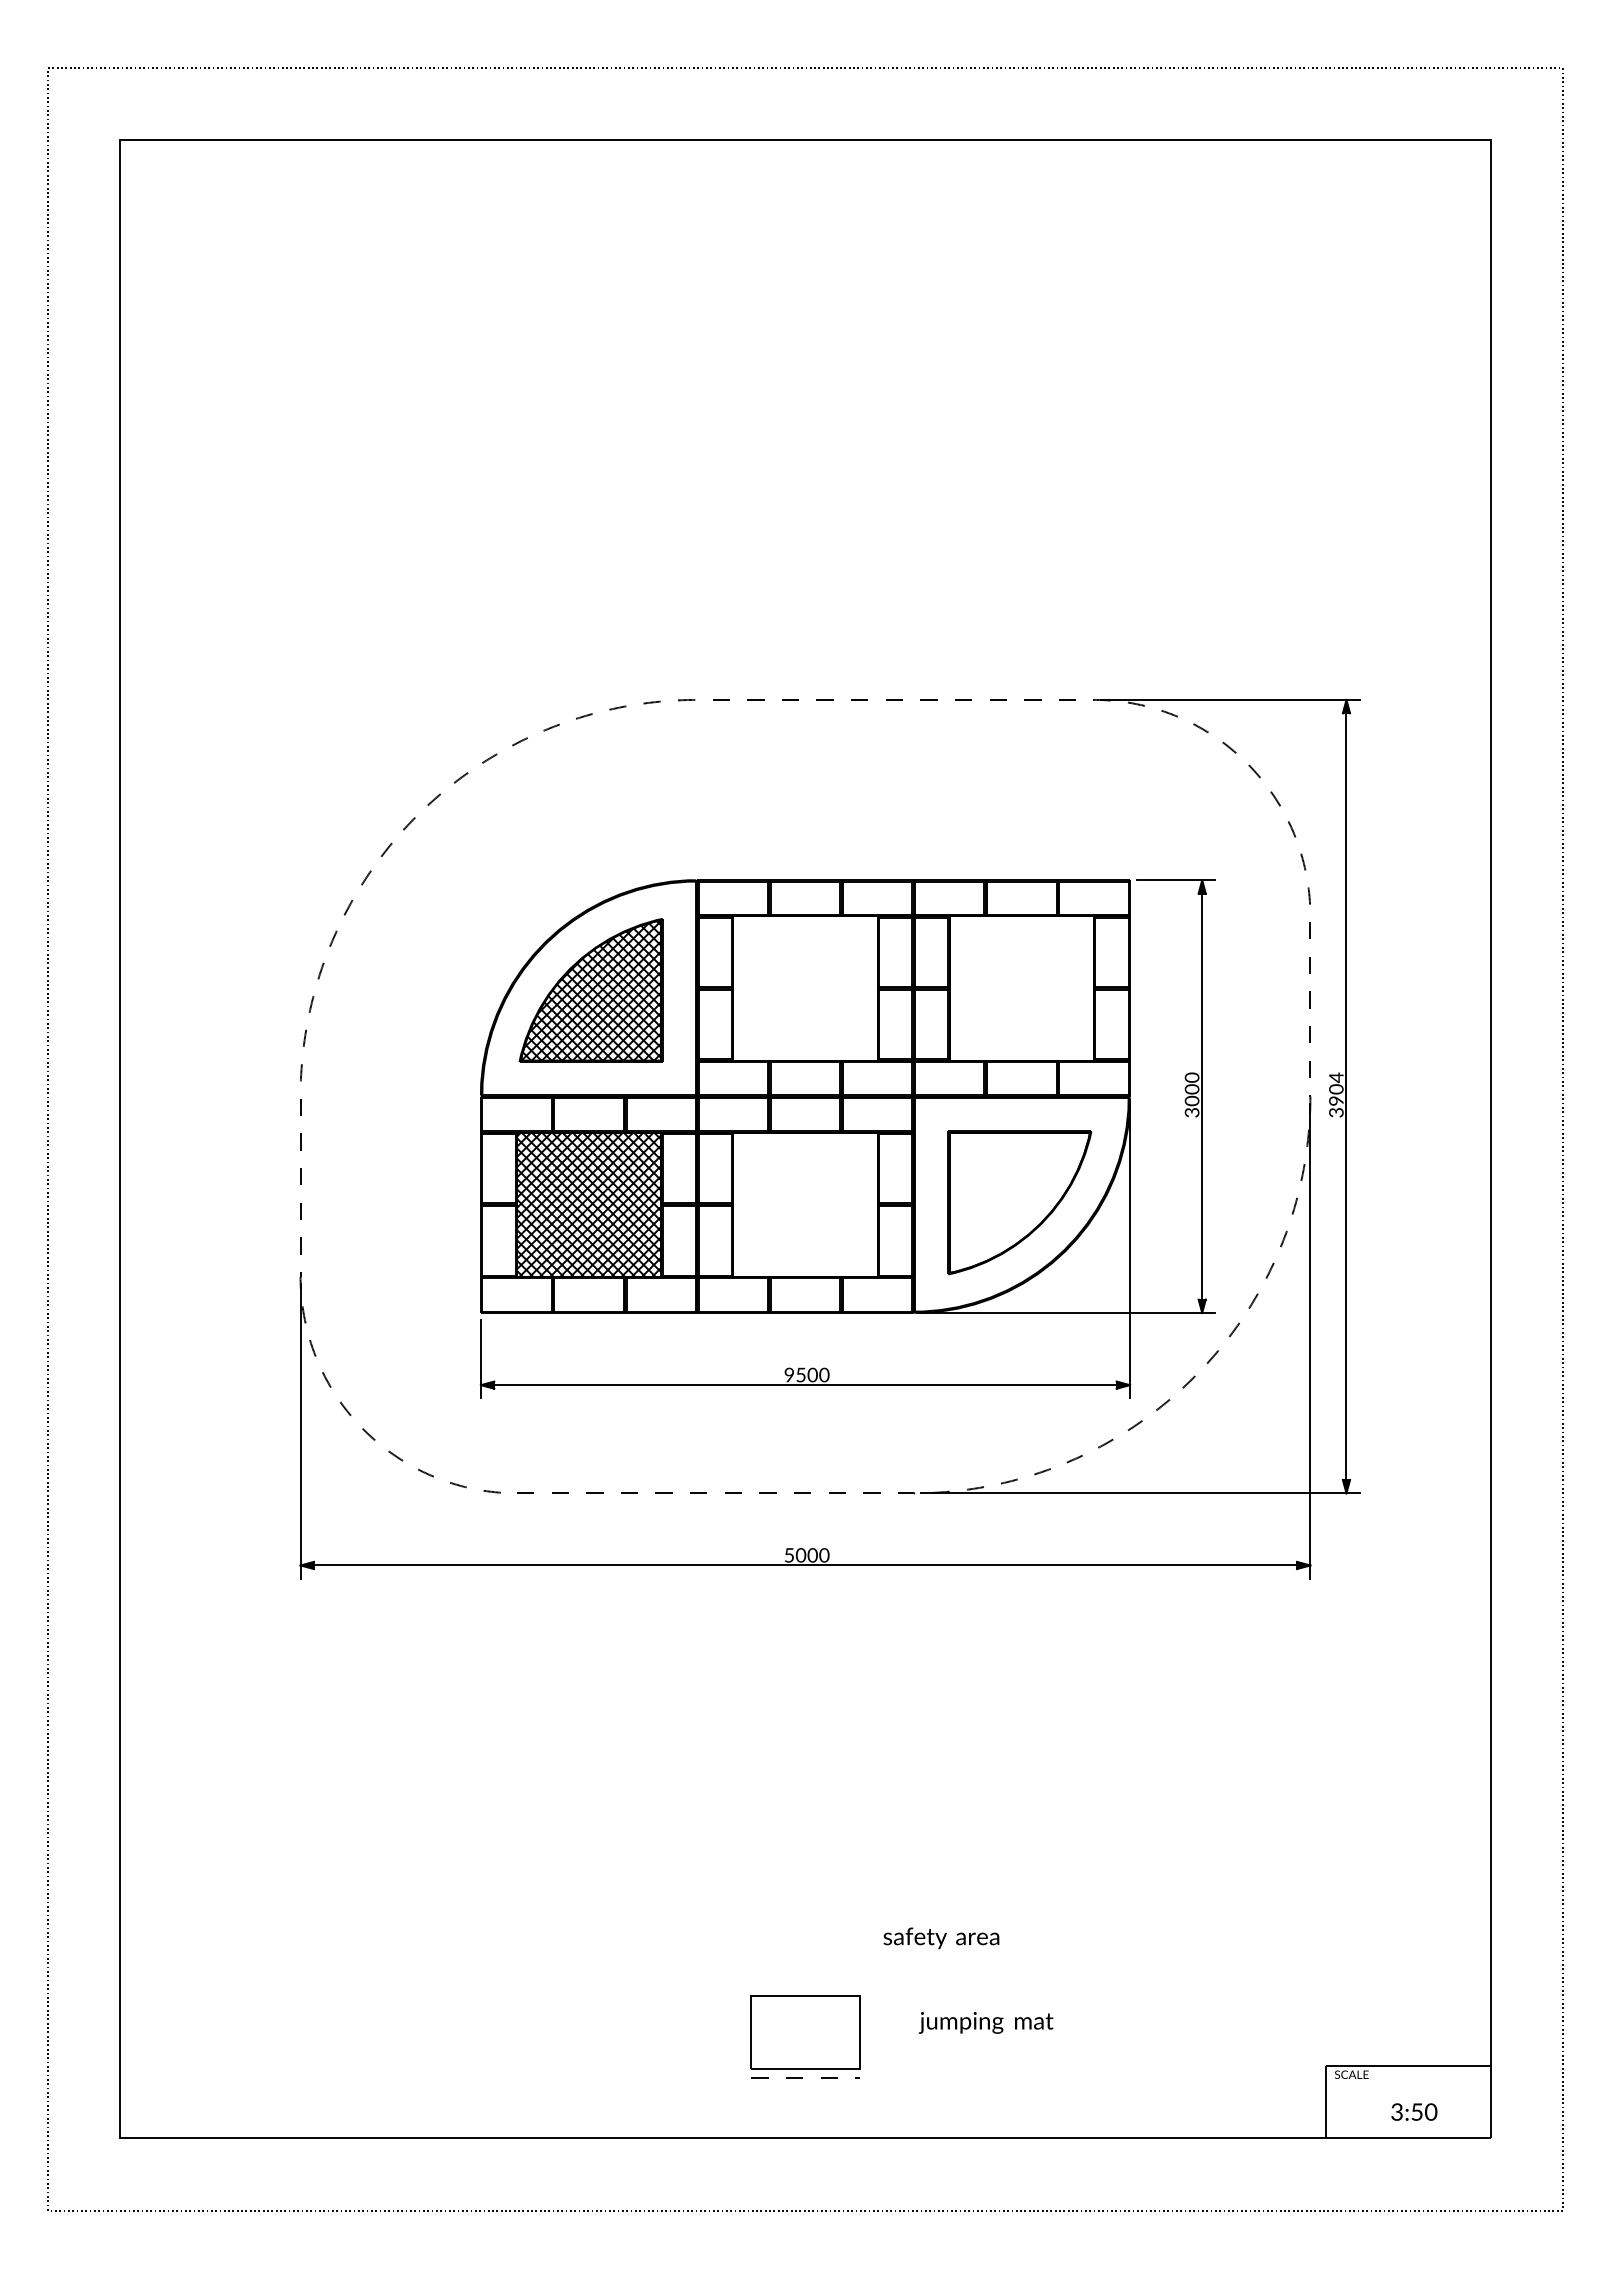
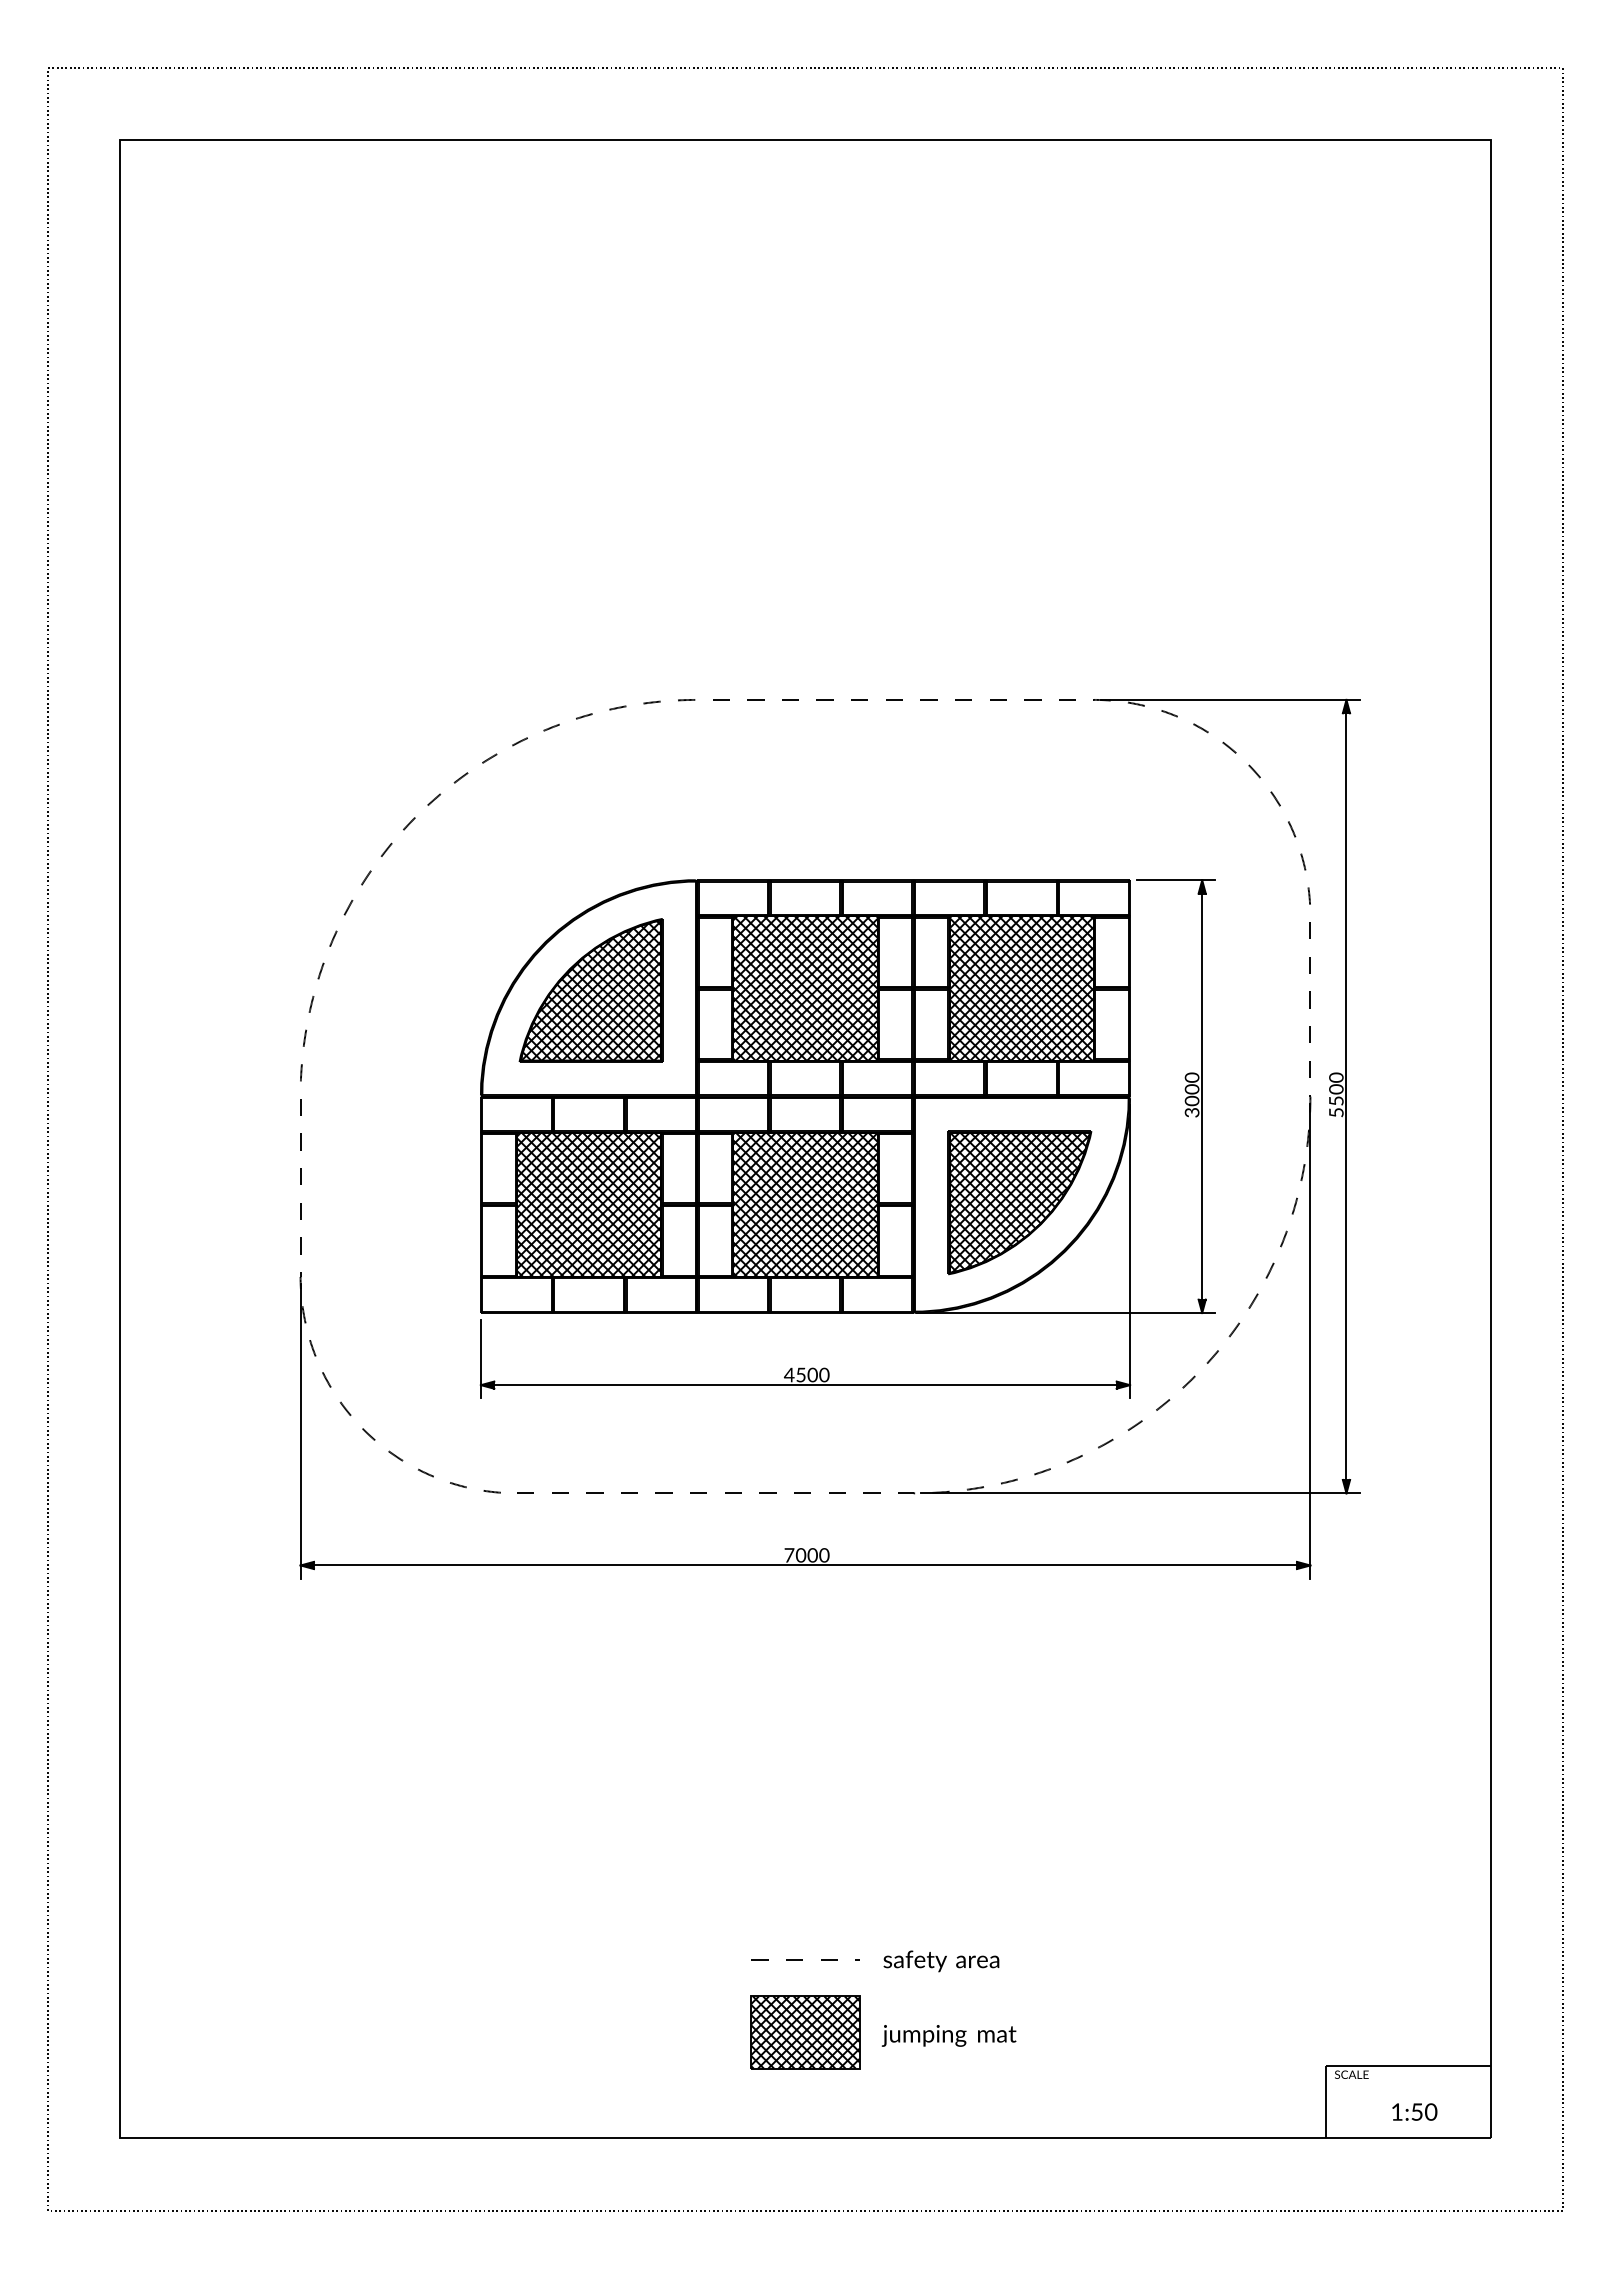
hatch at (805, 988): none -> present
hatch at (1021, 988): none -> present
text at (1336, 1094): 3904 -> 5500
hatch at (1019, 1202): none -> present
hatch at (805, 1204): none -> present
text at (788, 1374): 9500 -> 4500
text at (789, 1555): 5000 -> 7000
text at (941, 1938) position: (941, 1938) -> (941, 1961)
text at (985, 2022) position: (985, 2022) -> (948, 2035)
hatch at (805, 2032): none -> present
line at (802, 2077) position: (802, 2077) -> (802, 1959)
text at (1396, 2111): 3:50 -> 1:50
